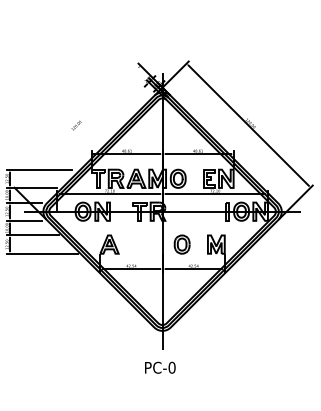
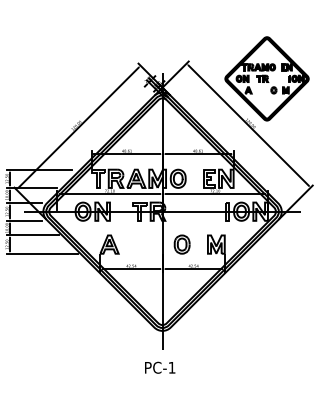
part at (266, 78): none -> present
line at (78, 127): none -> present
text at (171, 367): PC-0 -> PC-1
